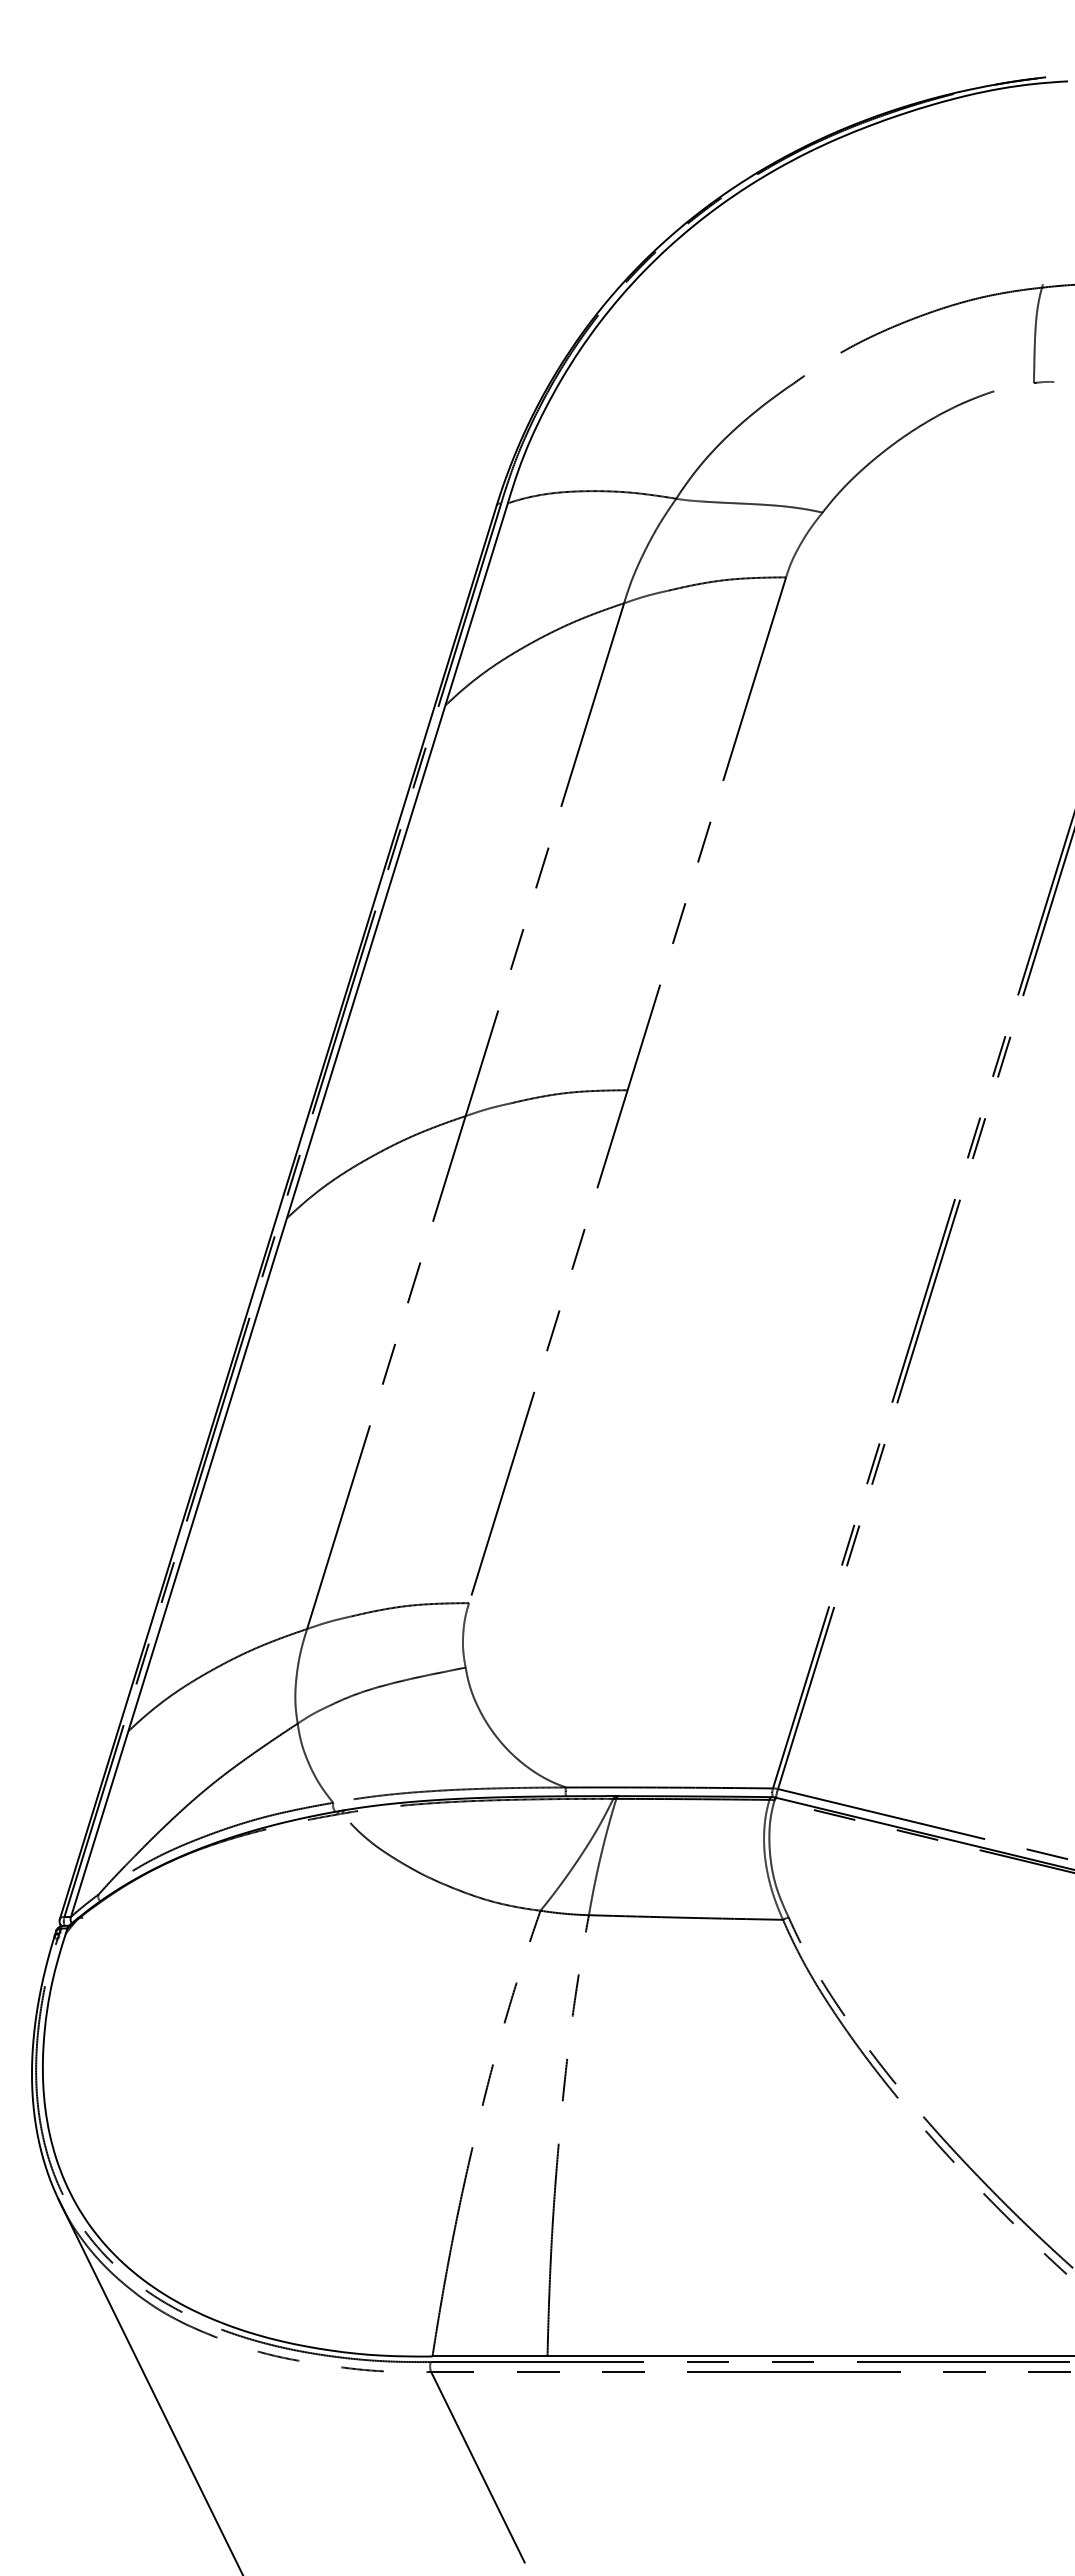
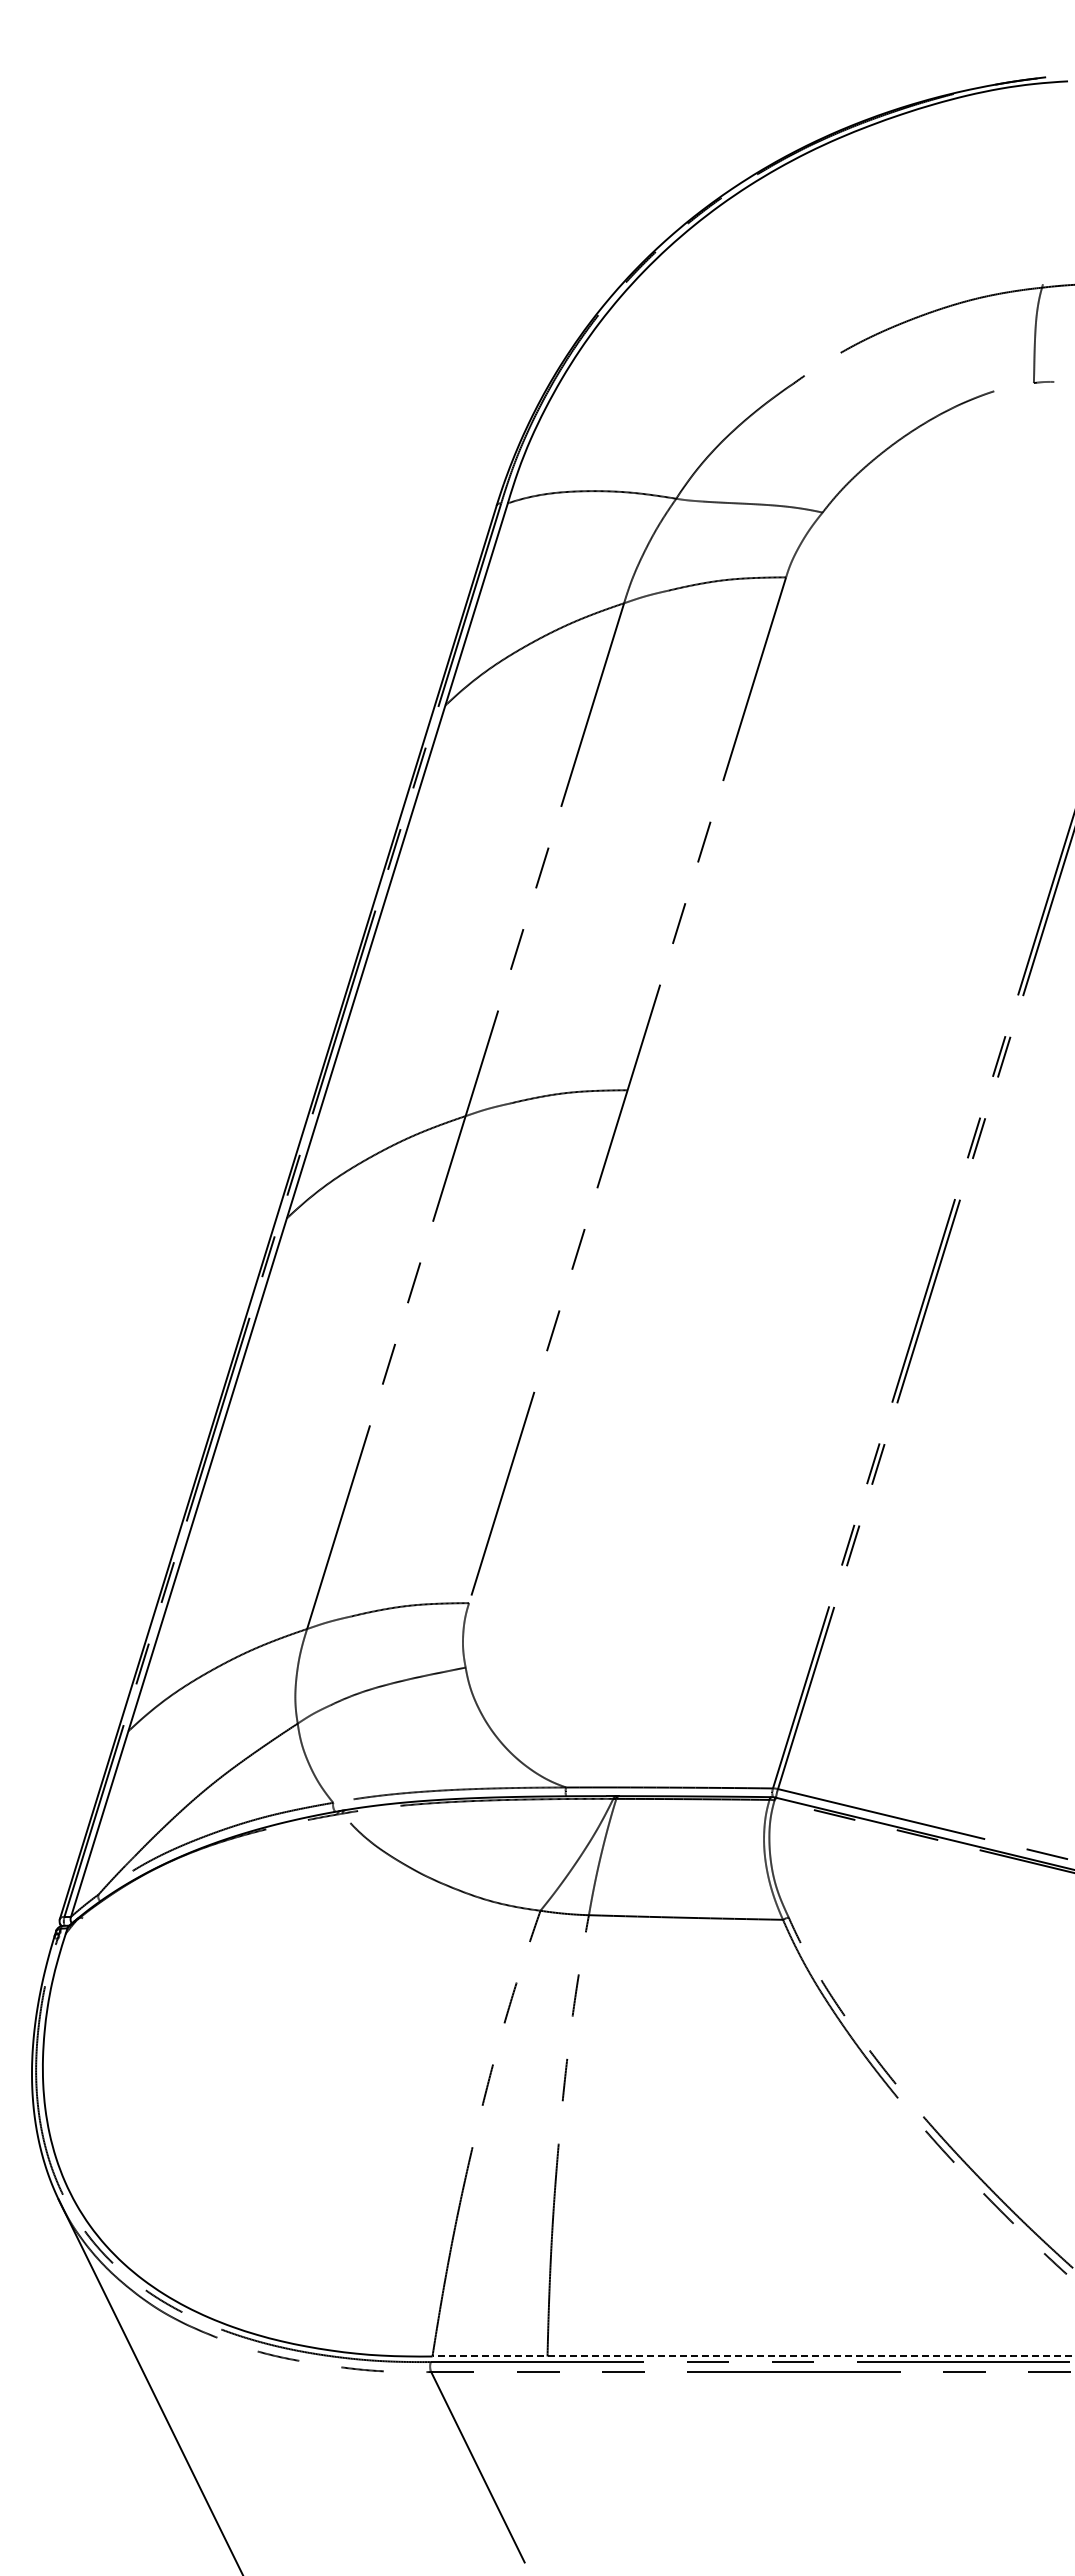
line at (753, 2356): solid -> dashed
